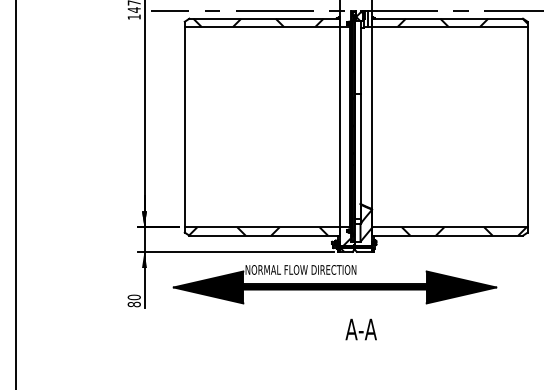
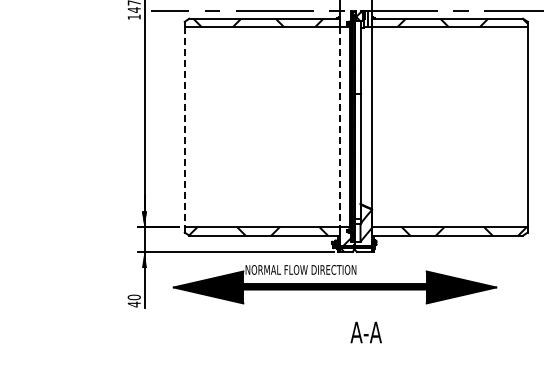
line at (184, 127): solid -> dashed
line at (340, 127): solid -> dashed
line at (16, 194): present -> none
text at (133, 304): 80 -> 40
text at (360, 329) position: (360, 329) -> (365, 332)
